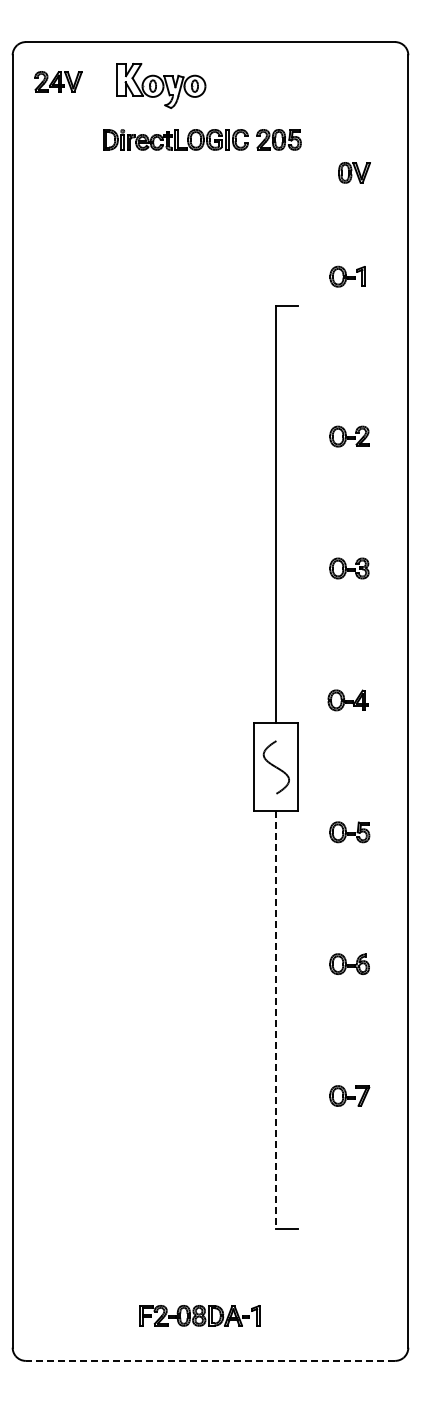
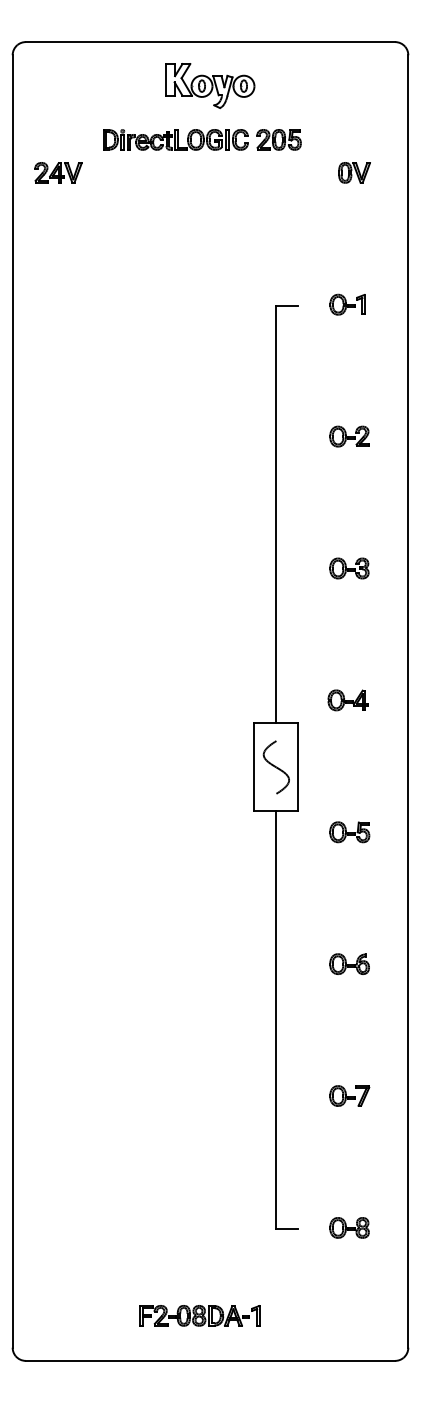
part at (58, 81) position: (58, 81) -> (58, 172)
part at (161, 85) position: (161, 85) -> (210, 85)
part at (347, 276) position: (347, 276) -> (347, 304)
line at (276, 1020): dashed -> solid
part at (349, 1227): none -> present
line at (210, 1360): dashed -> solid
